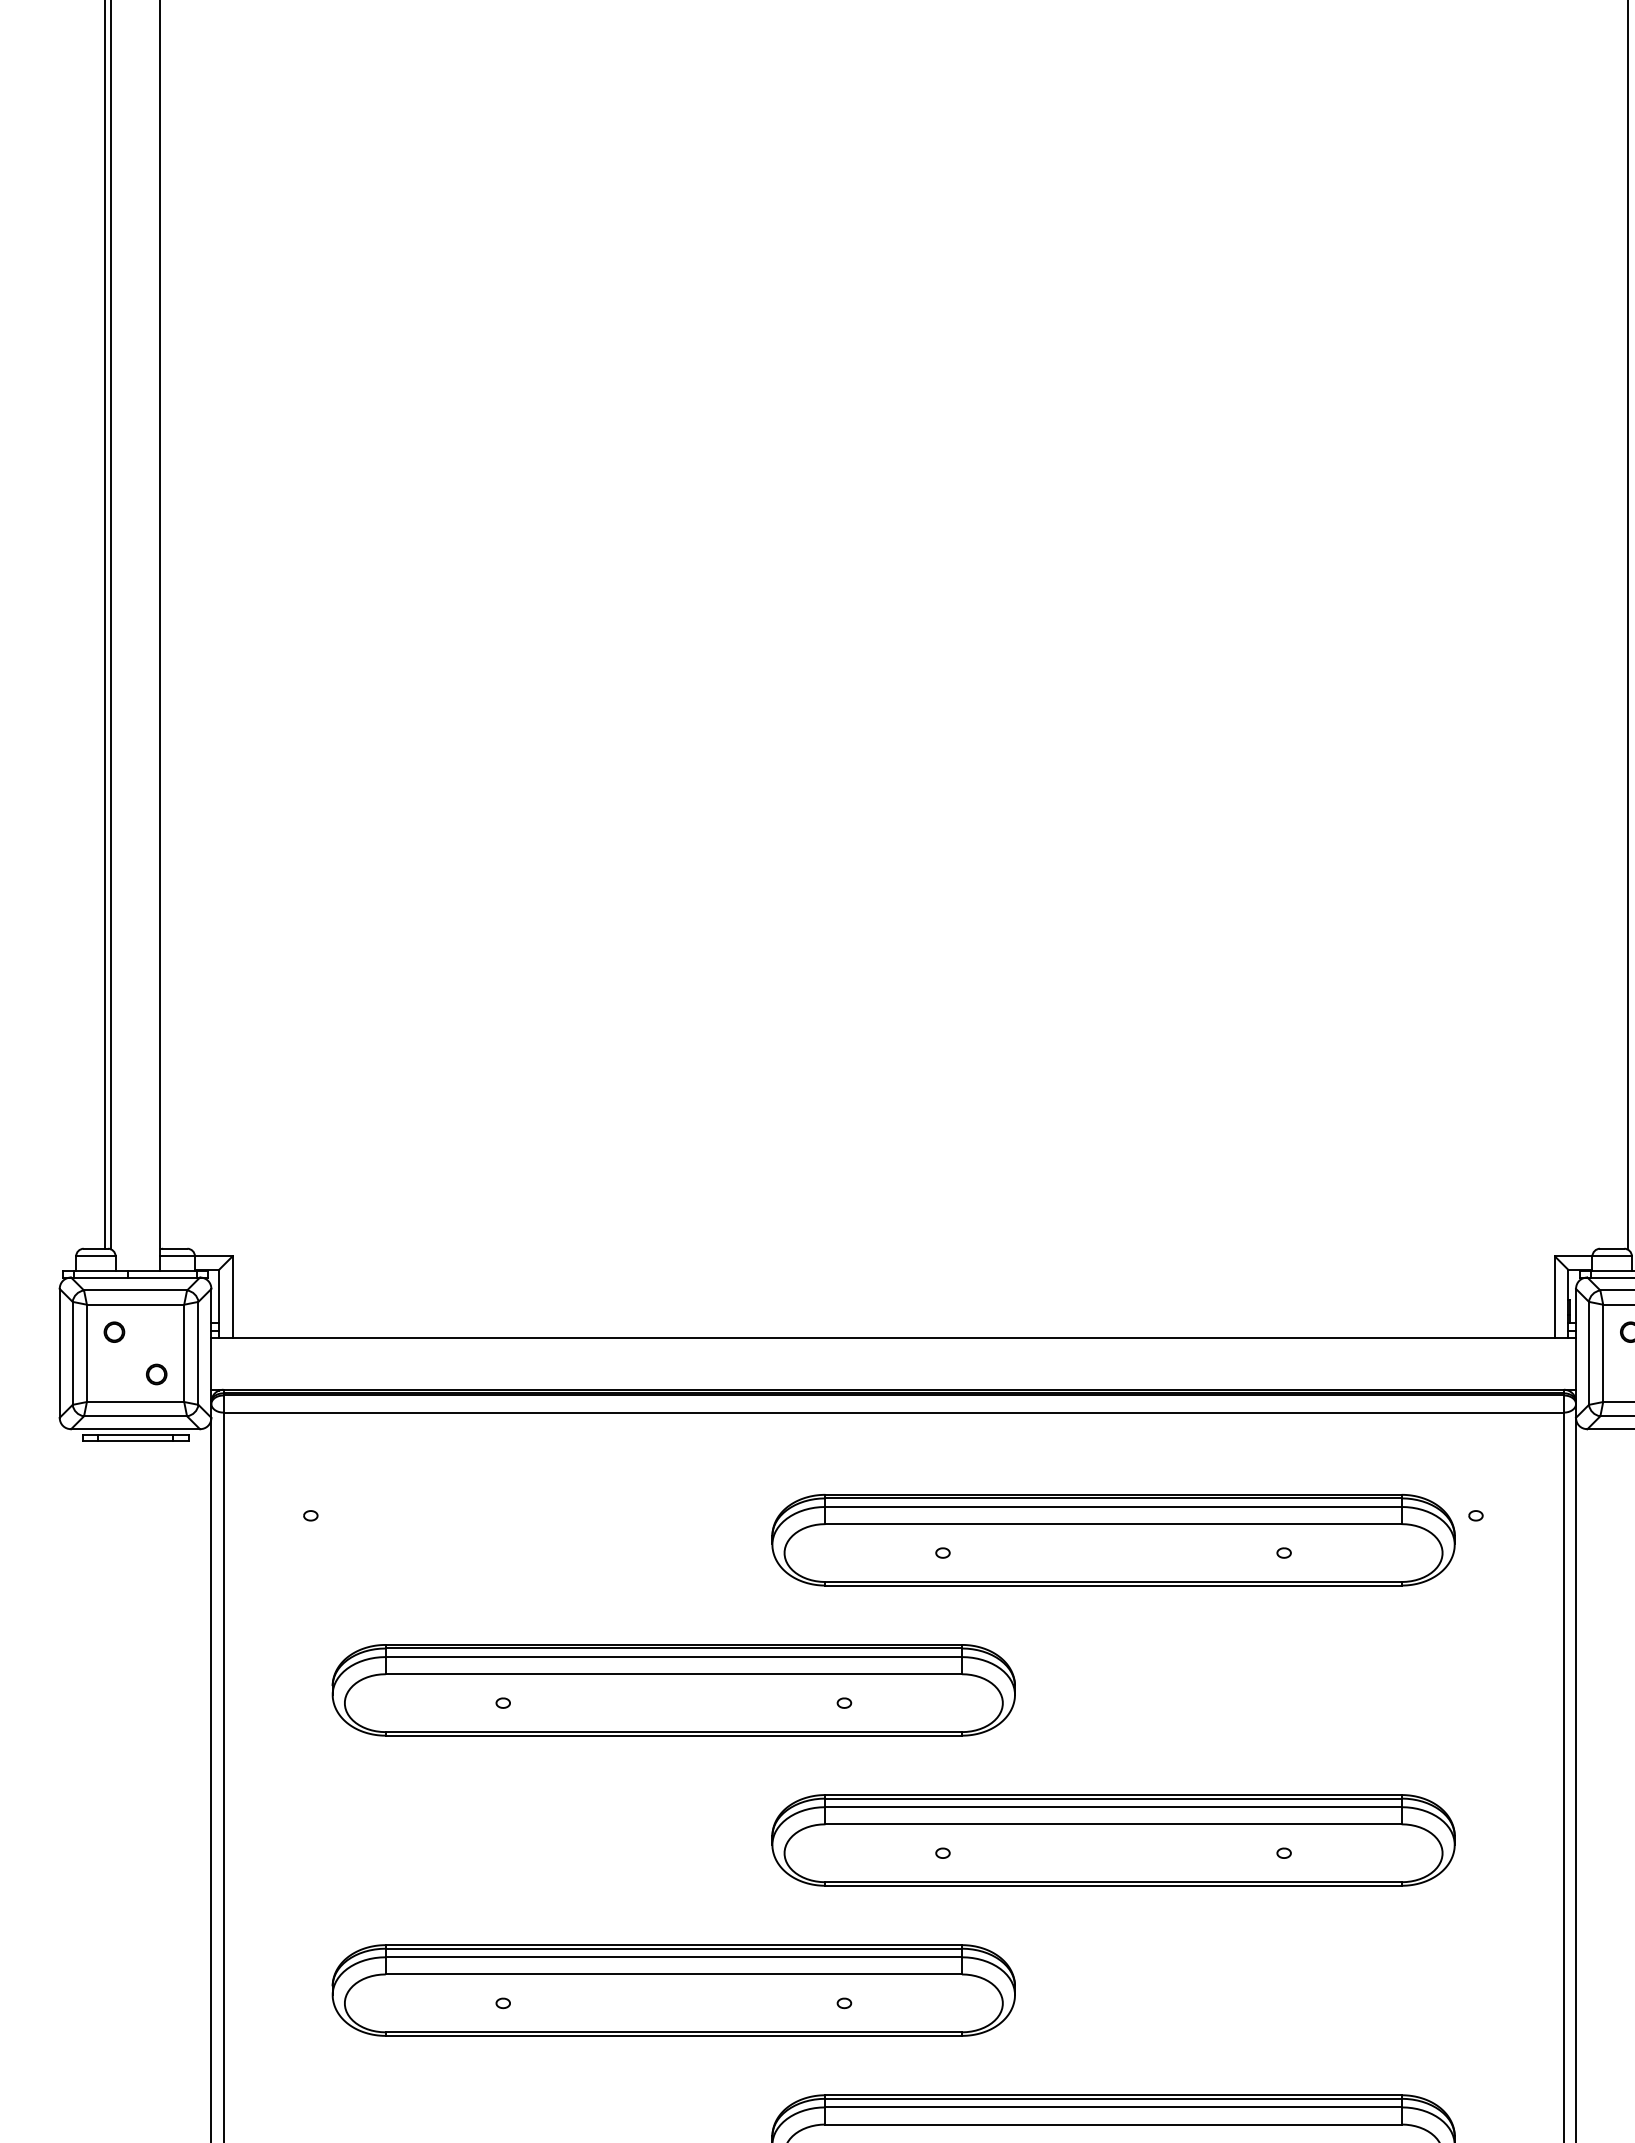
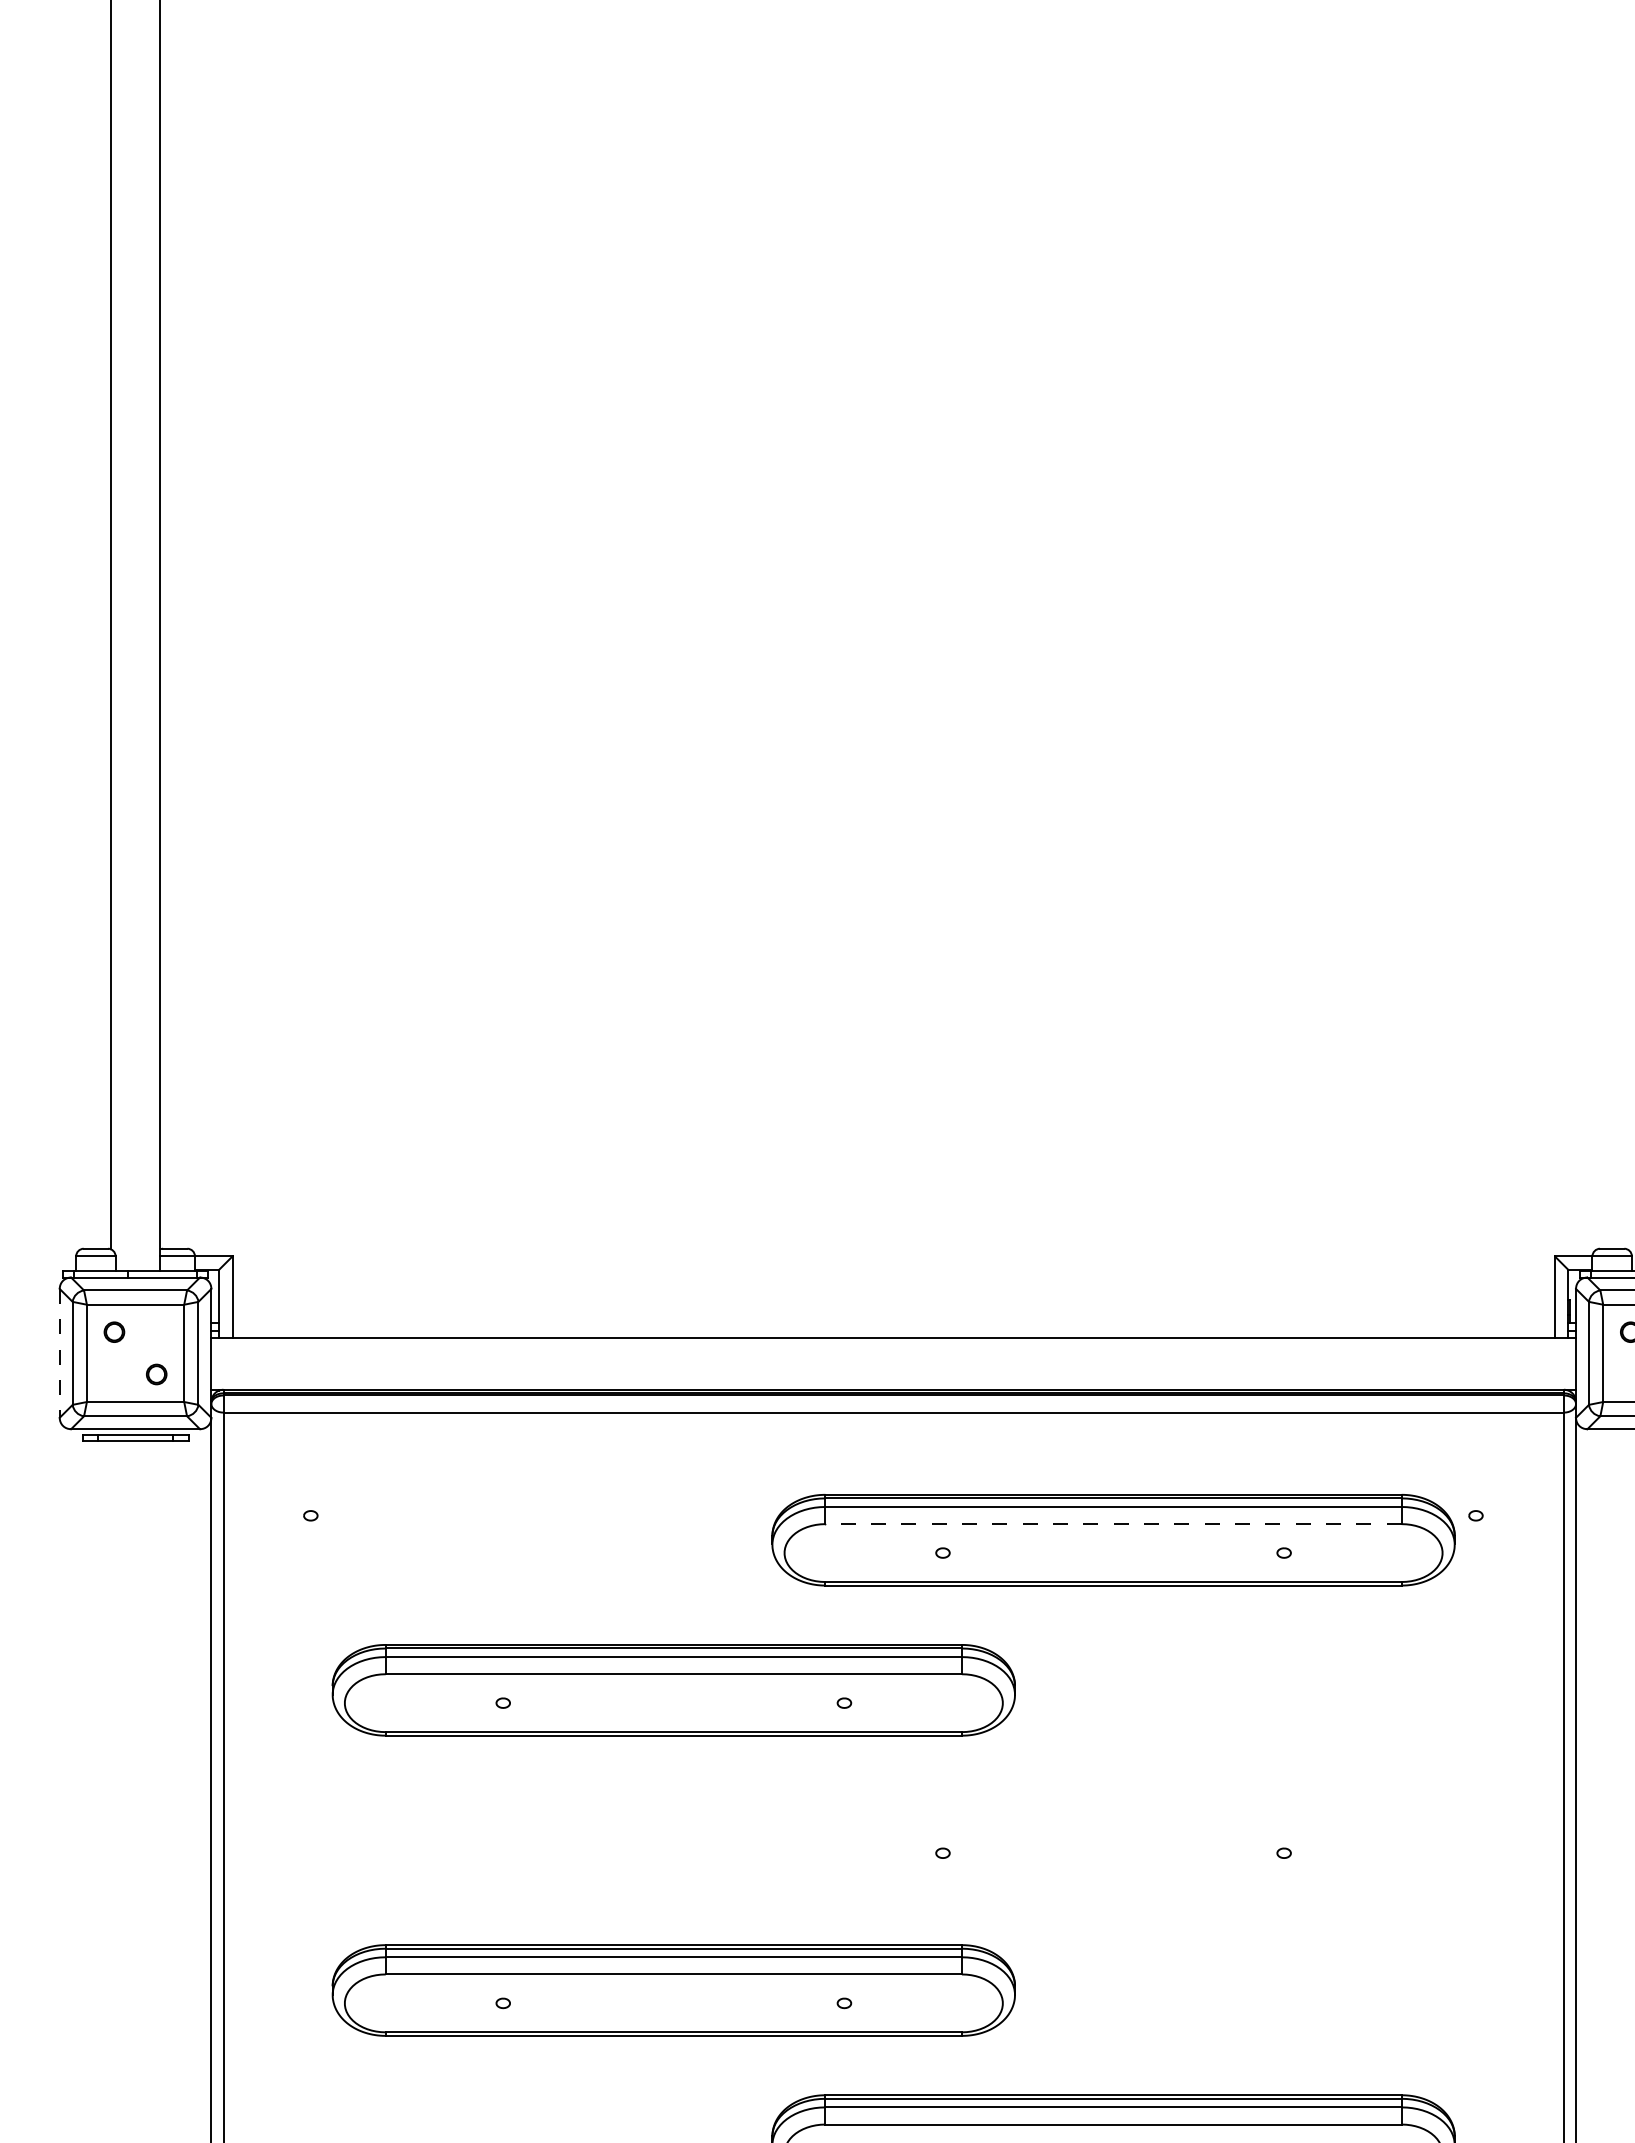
line at (105, 625): present -> none
line at (1627, 625): present -> none
line at (59, 1353): solid -> dashed
line at (1113, 1524): solid -> dashed
part at (1113, 1840): present -> none
